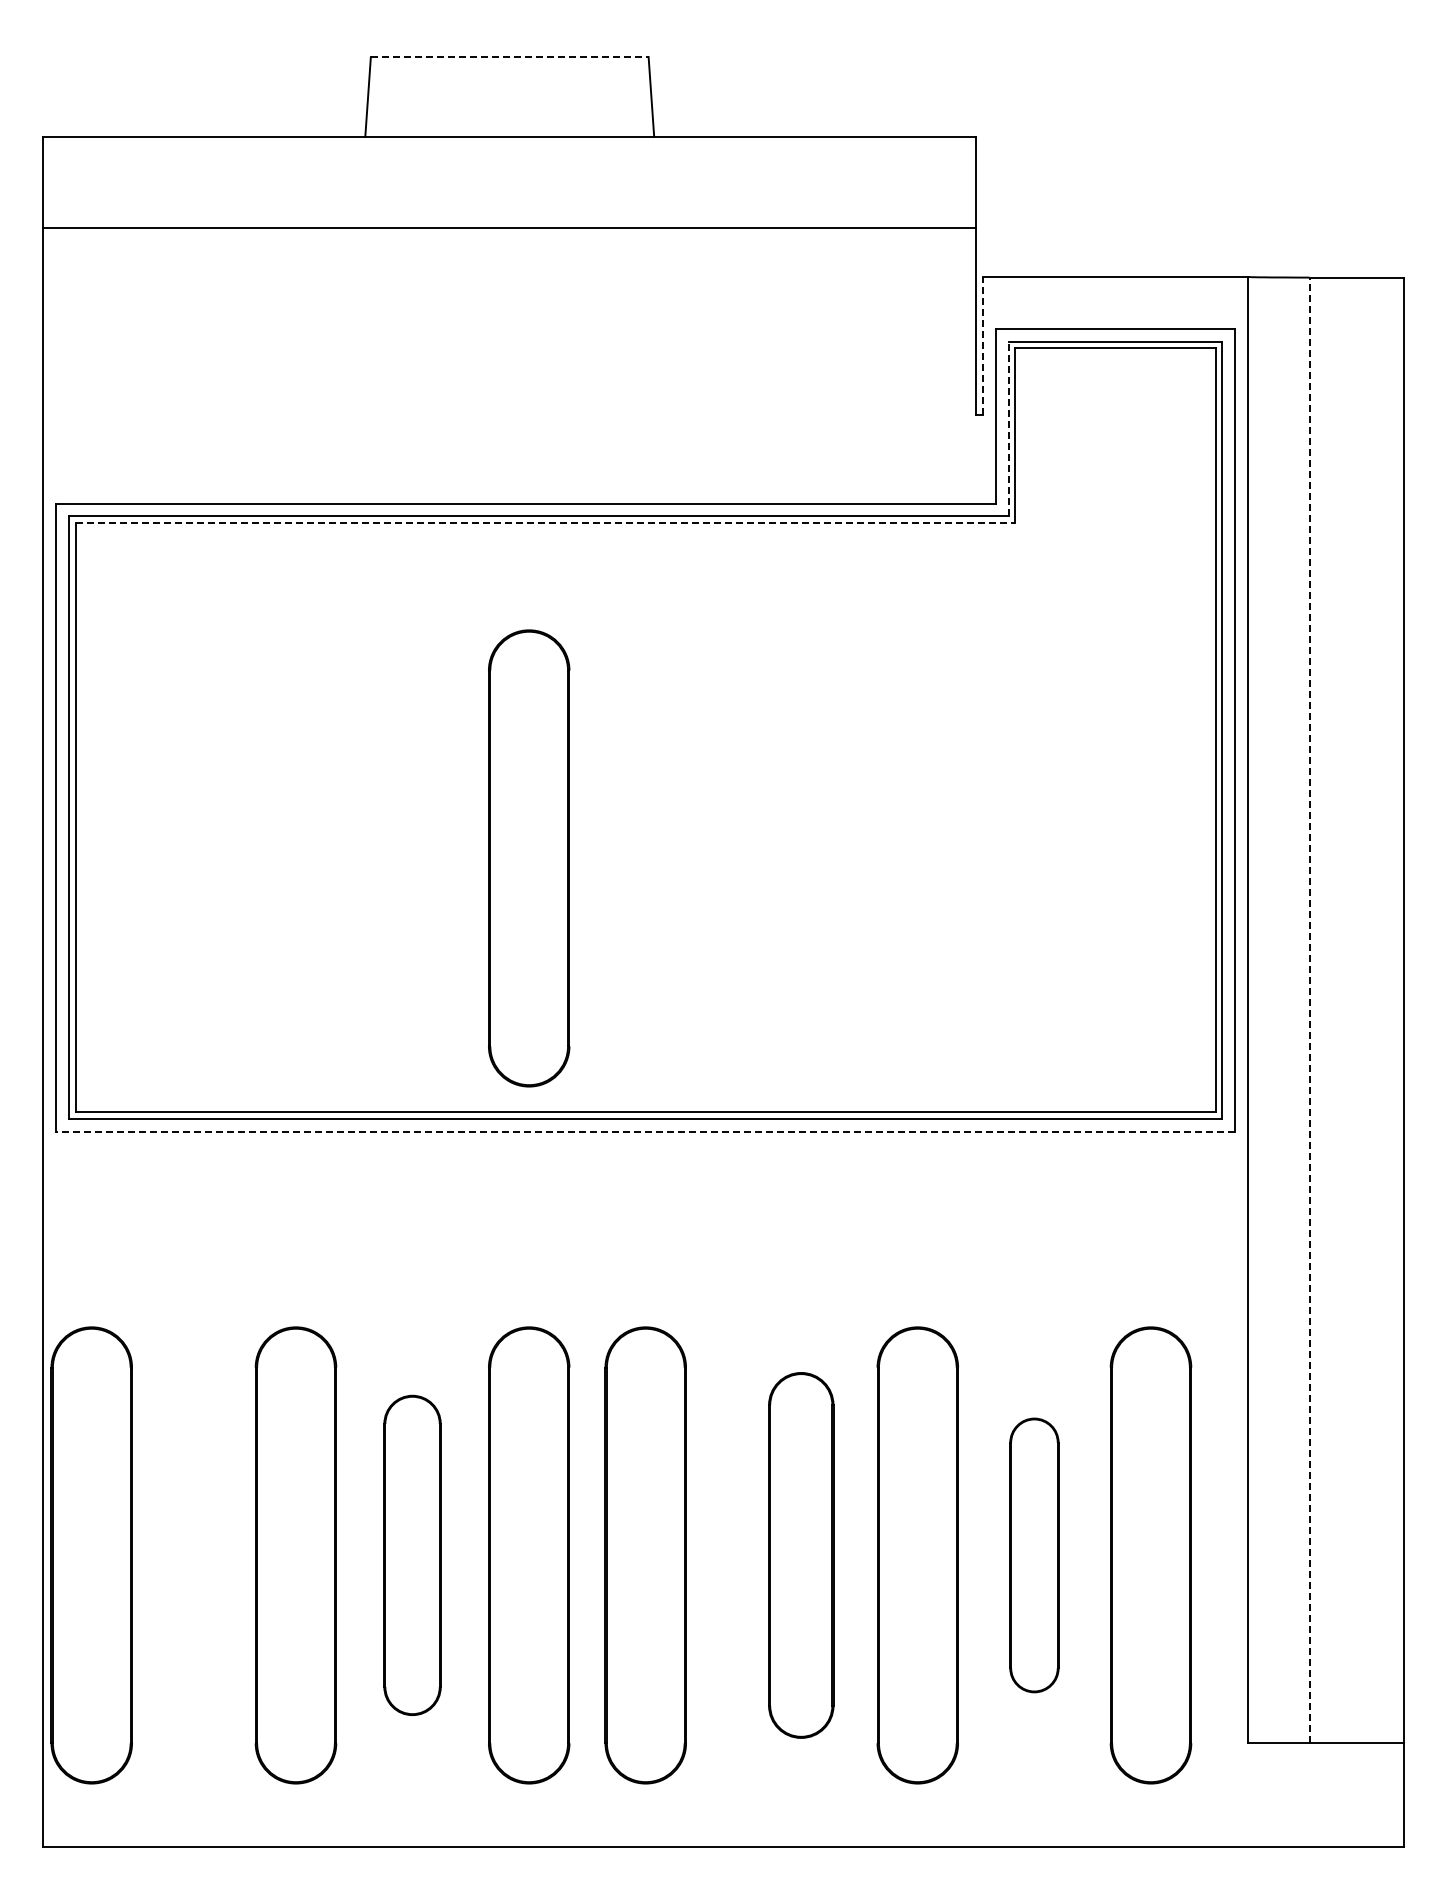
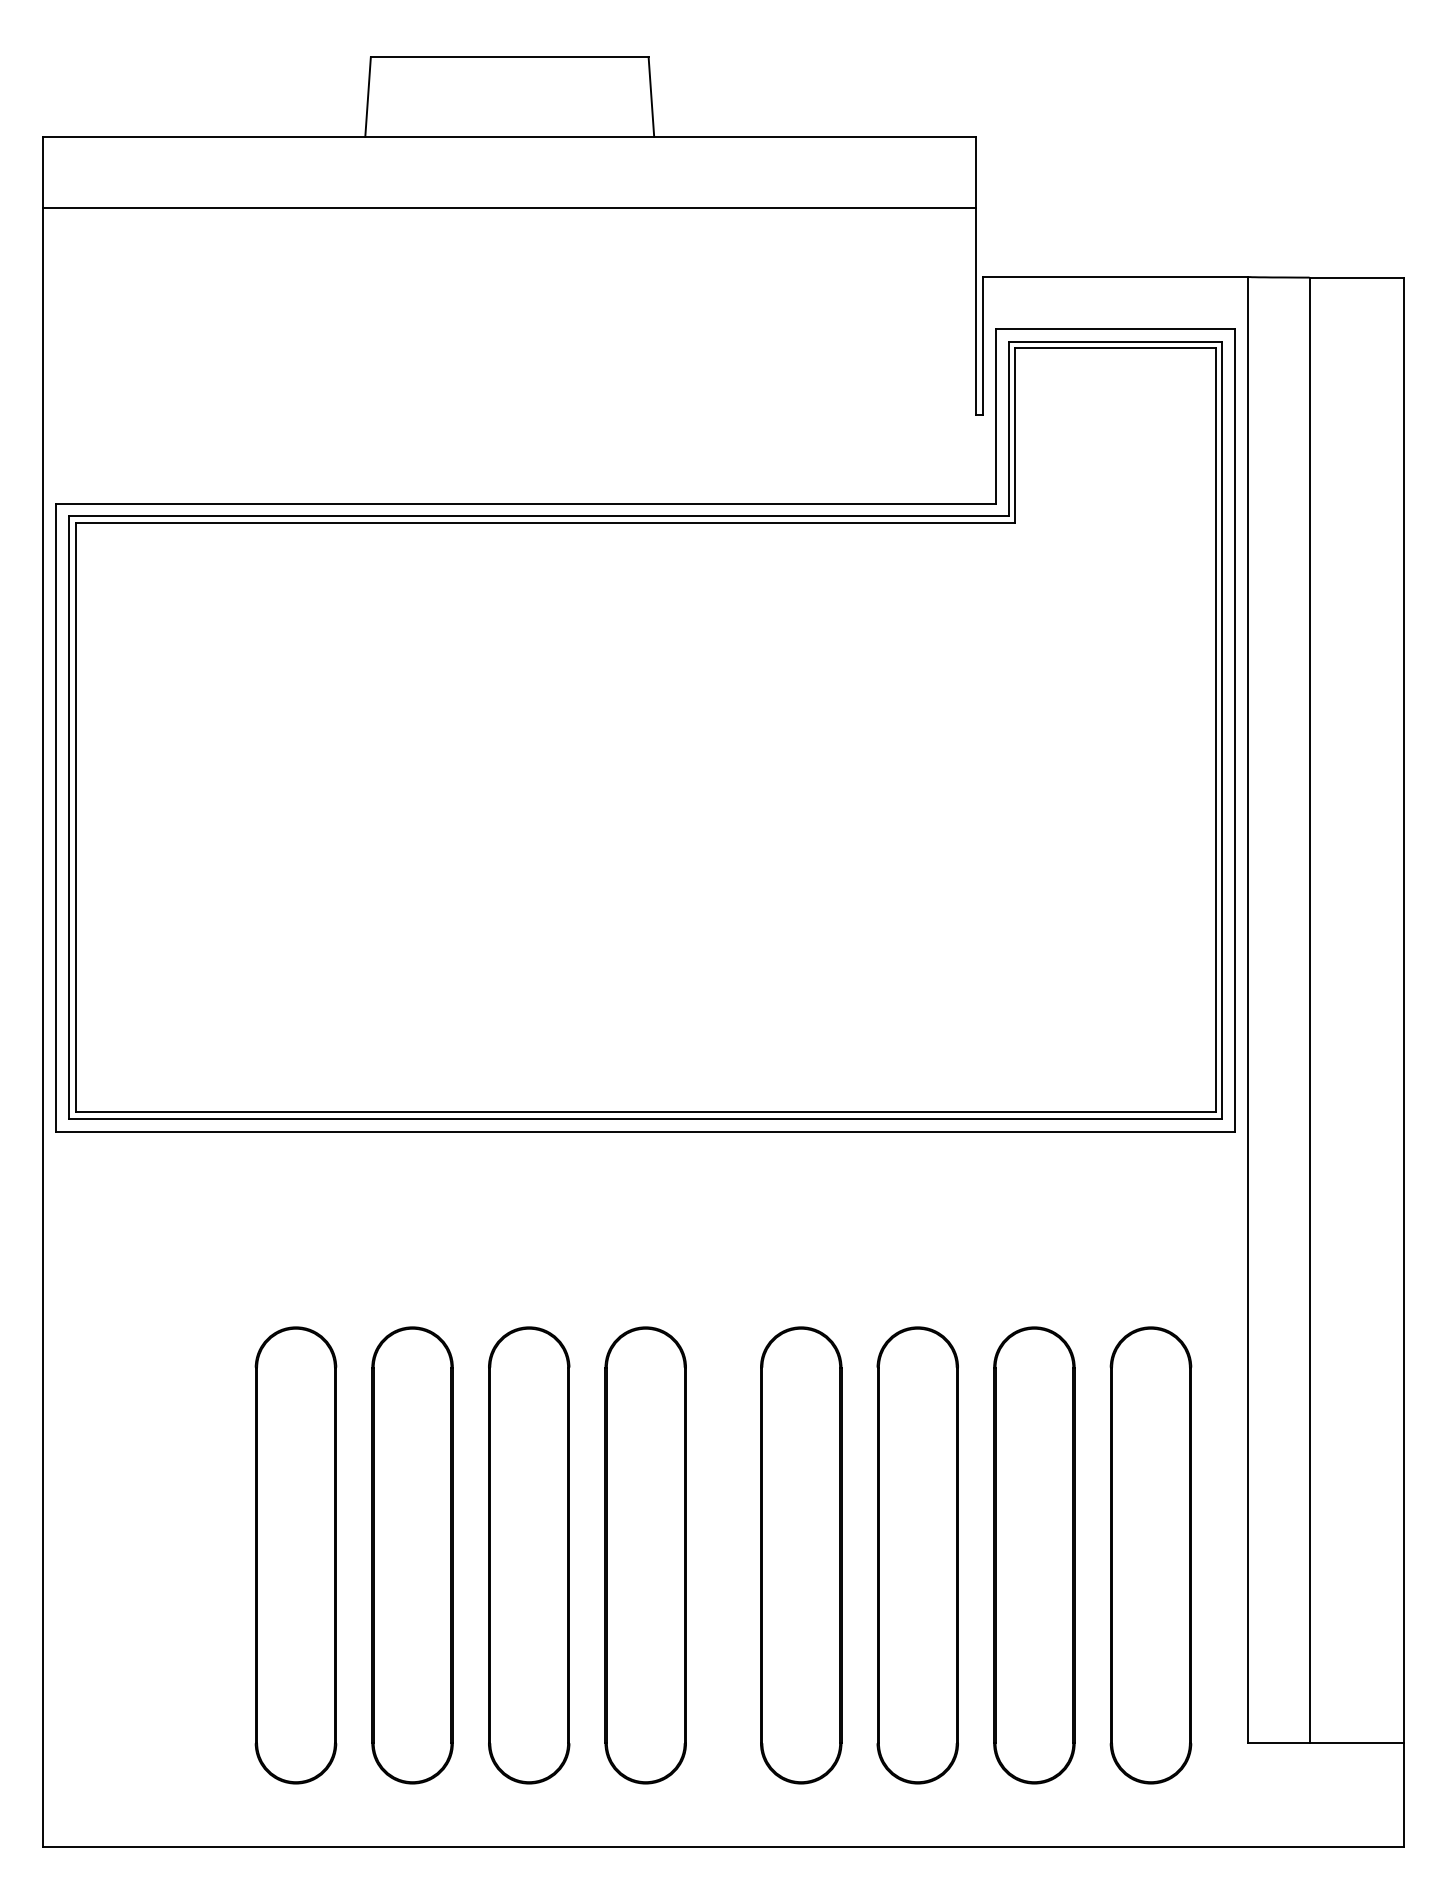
line at (509, 57): dashed -> solid
line at (509, 228) position: (509, 228) -> (509, 208)
line at (982, 345): dashed -> solid
line at (1008, 428): dashed -> solid
line at (545, 522): dashed -> solid
part at (529, 858): present -> none
line at (1309, 1010): dashed -> solid
line at (645, 1131): dashed -> solid
part at (412, 1554) size: 59x322 px -> 83x459 px
part at (91, 1555): present -> none
part at (801, 1555) size: 67x367 px -> 83x459 px
part at (1034, 1555) size: 51x277 px -> 83x459 px
